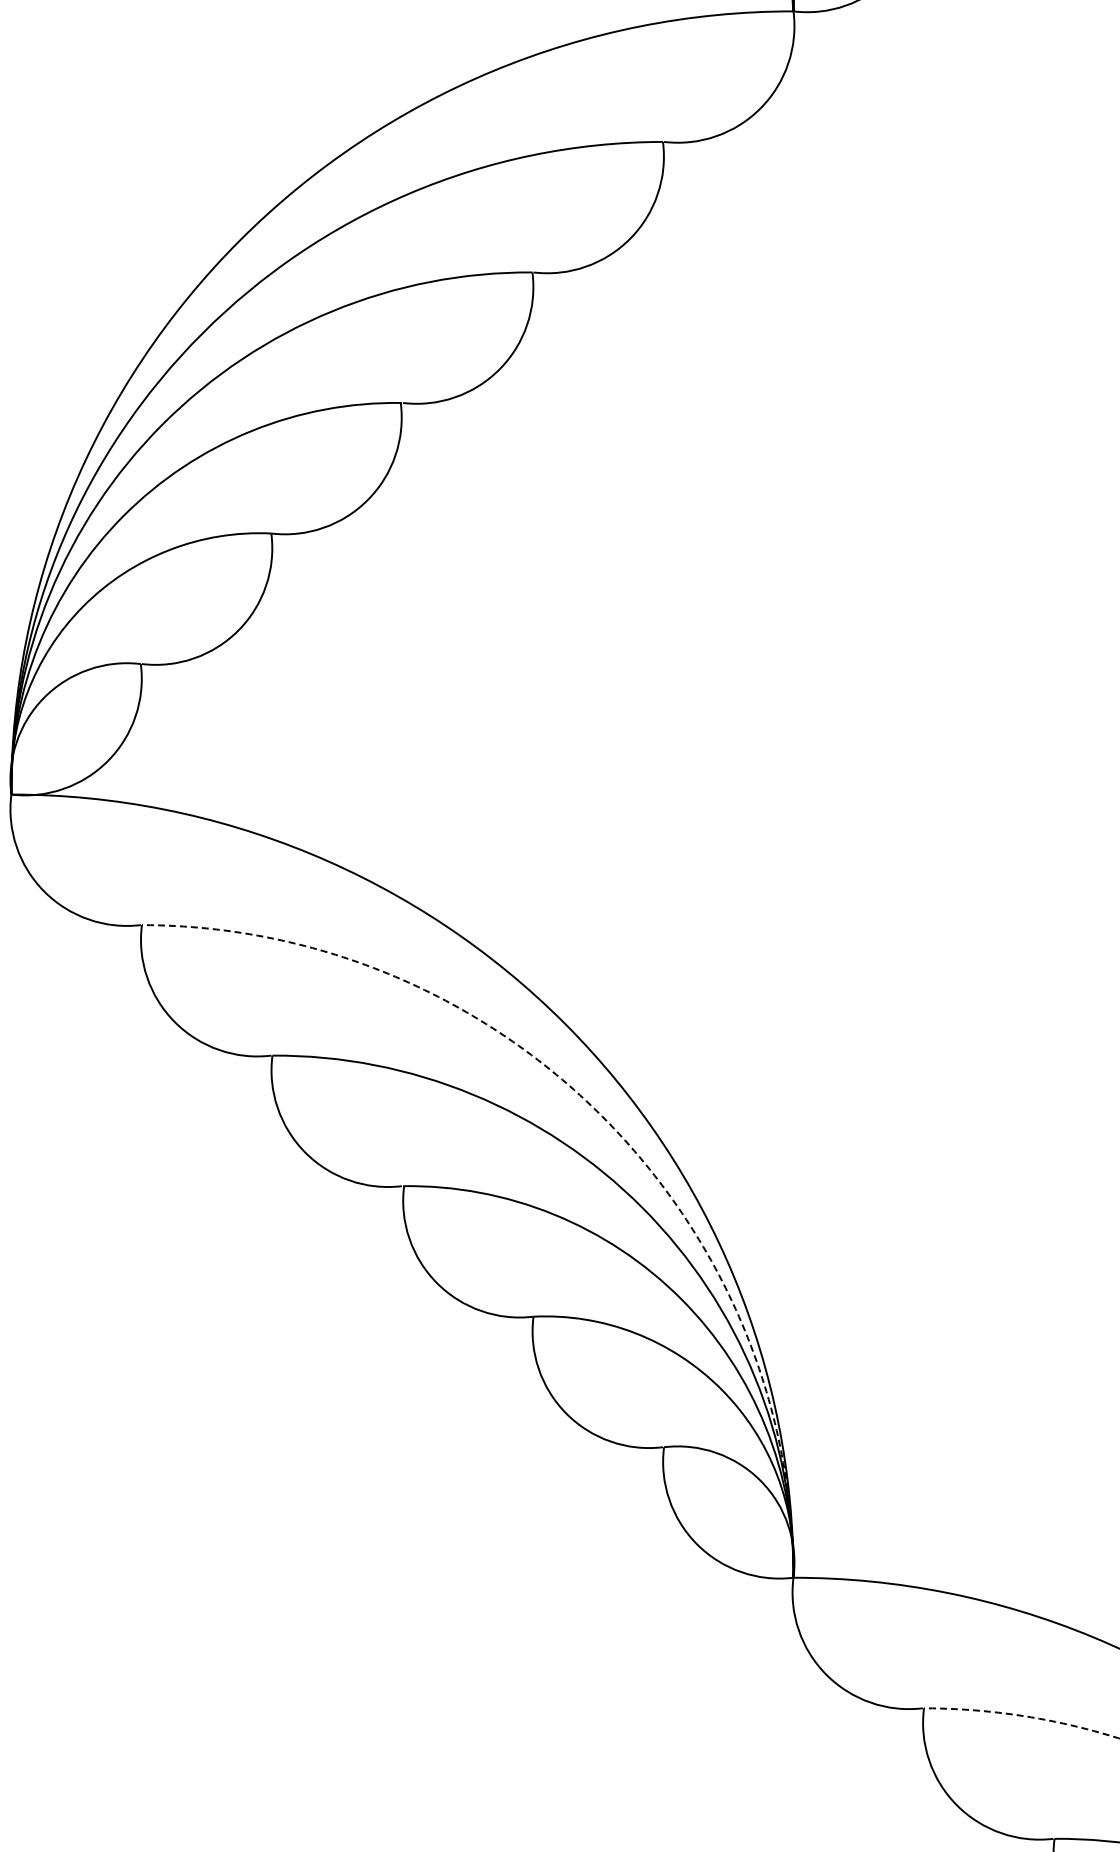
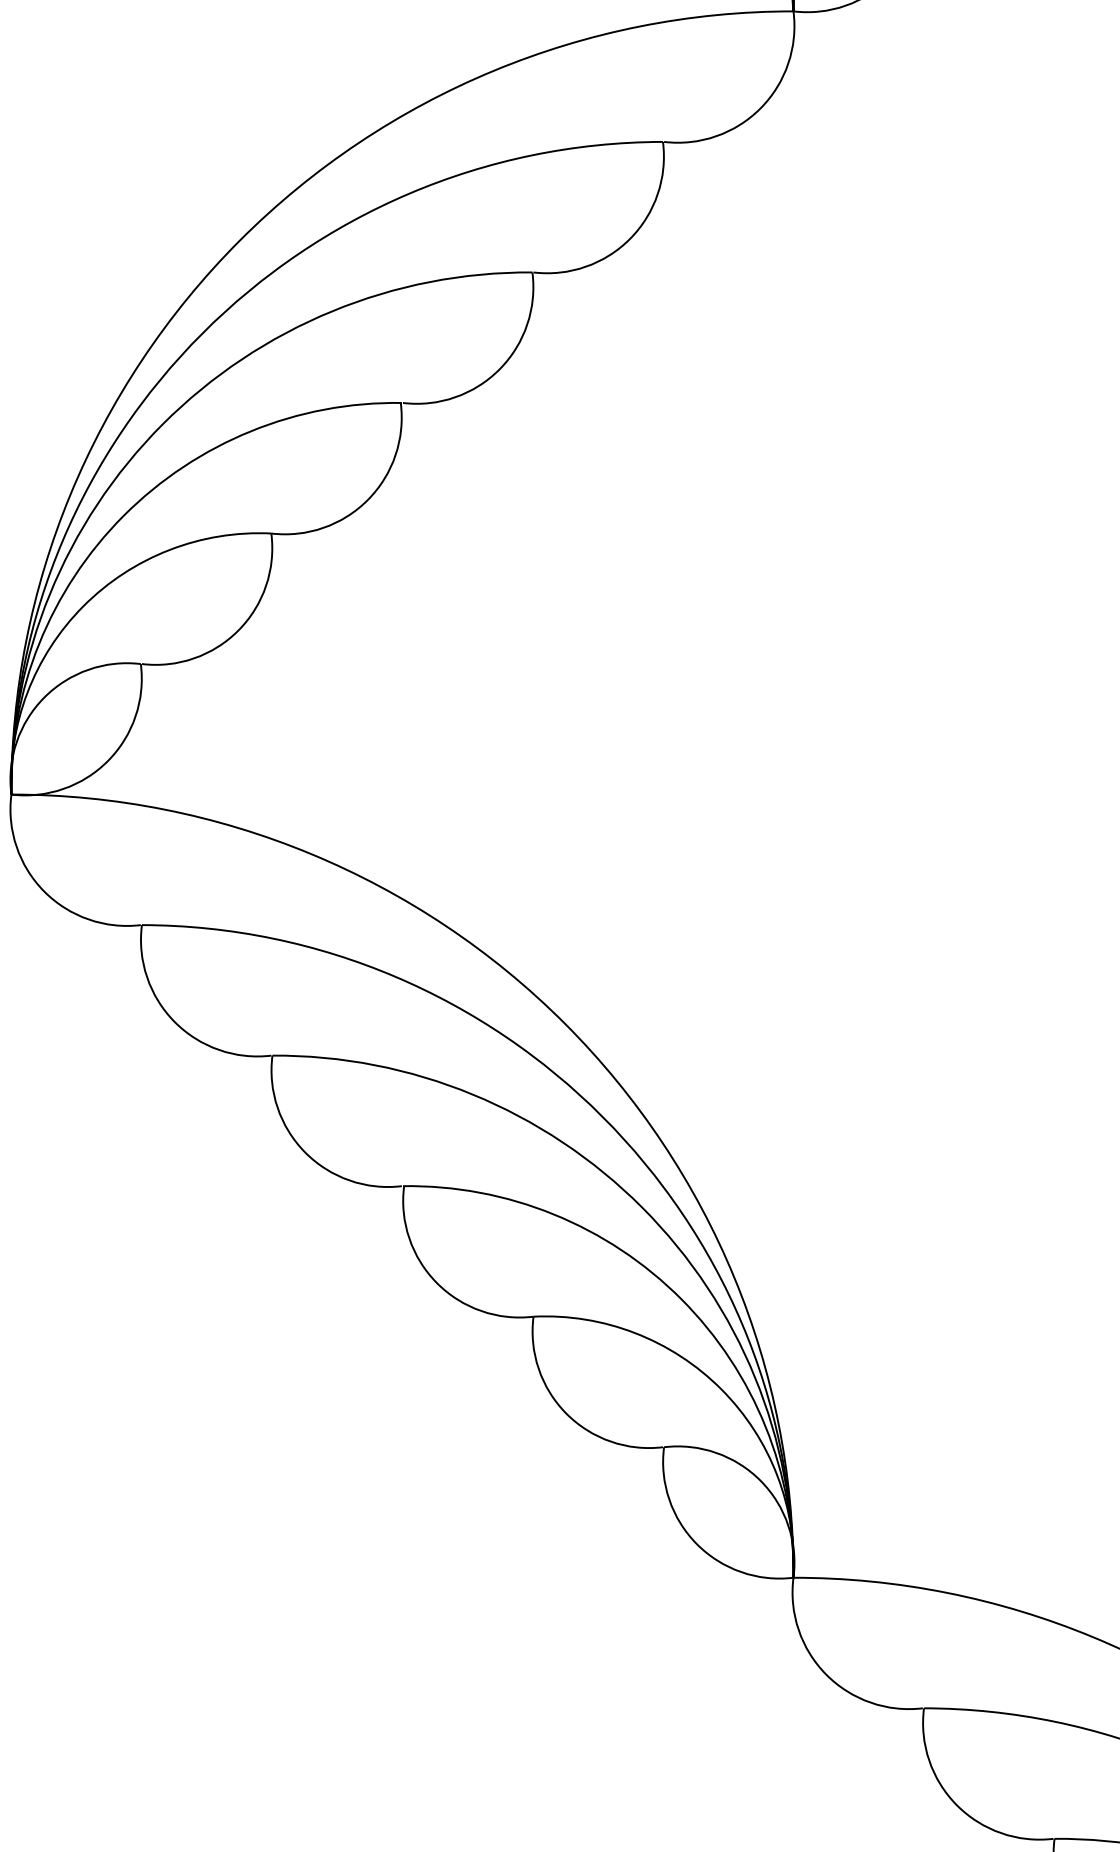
arc at (602, 1116): dashed -> solid
arc at (1023, 1716): dashed -> solid
